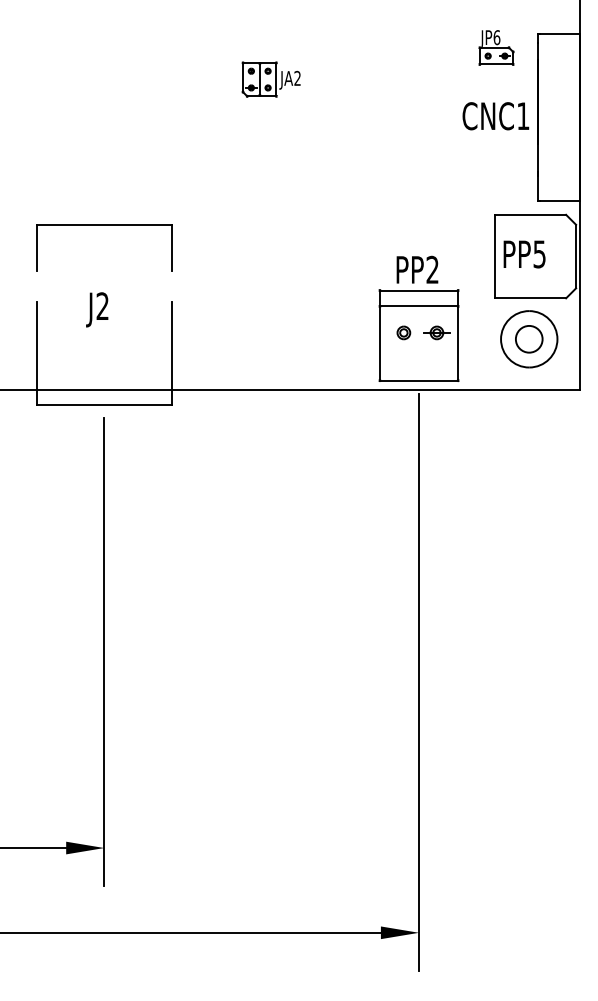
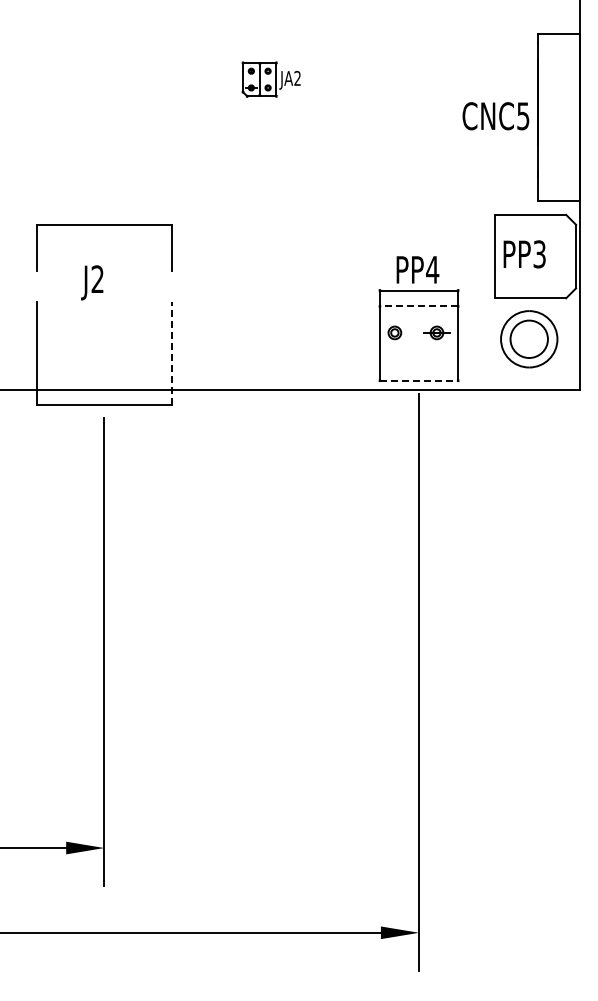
part at (496, 47): present -> none
text at (523, 116): CNC1 -> CNC5
text at (539, 253): PP5 -> PP3
text at (432, 269): PP2 -> PP4
line at (418, 306): solid -> dashed
text at (97, 309) position: (97, 309) -> (92, 282)
part at (403, 332) position: (403, 332) -> (394, 332)
circle at (528, 338) diameter: 27 px -> 37 px
line at (172, 352): solid -> dashed
line at (419, 380): solid -> dashed
